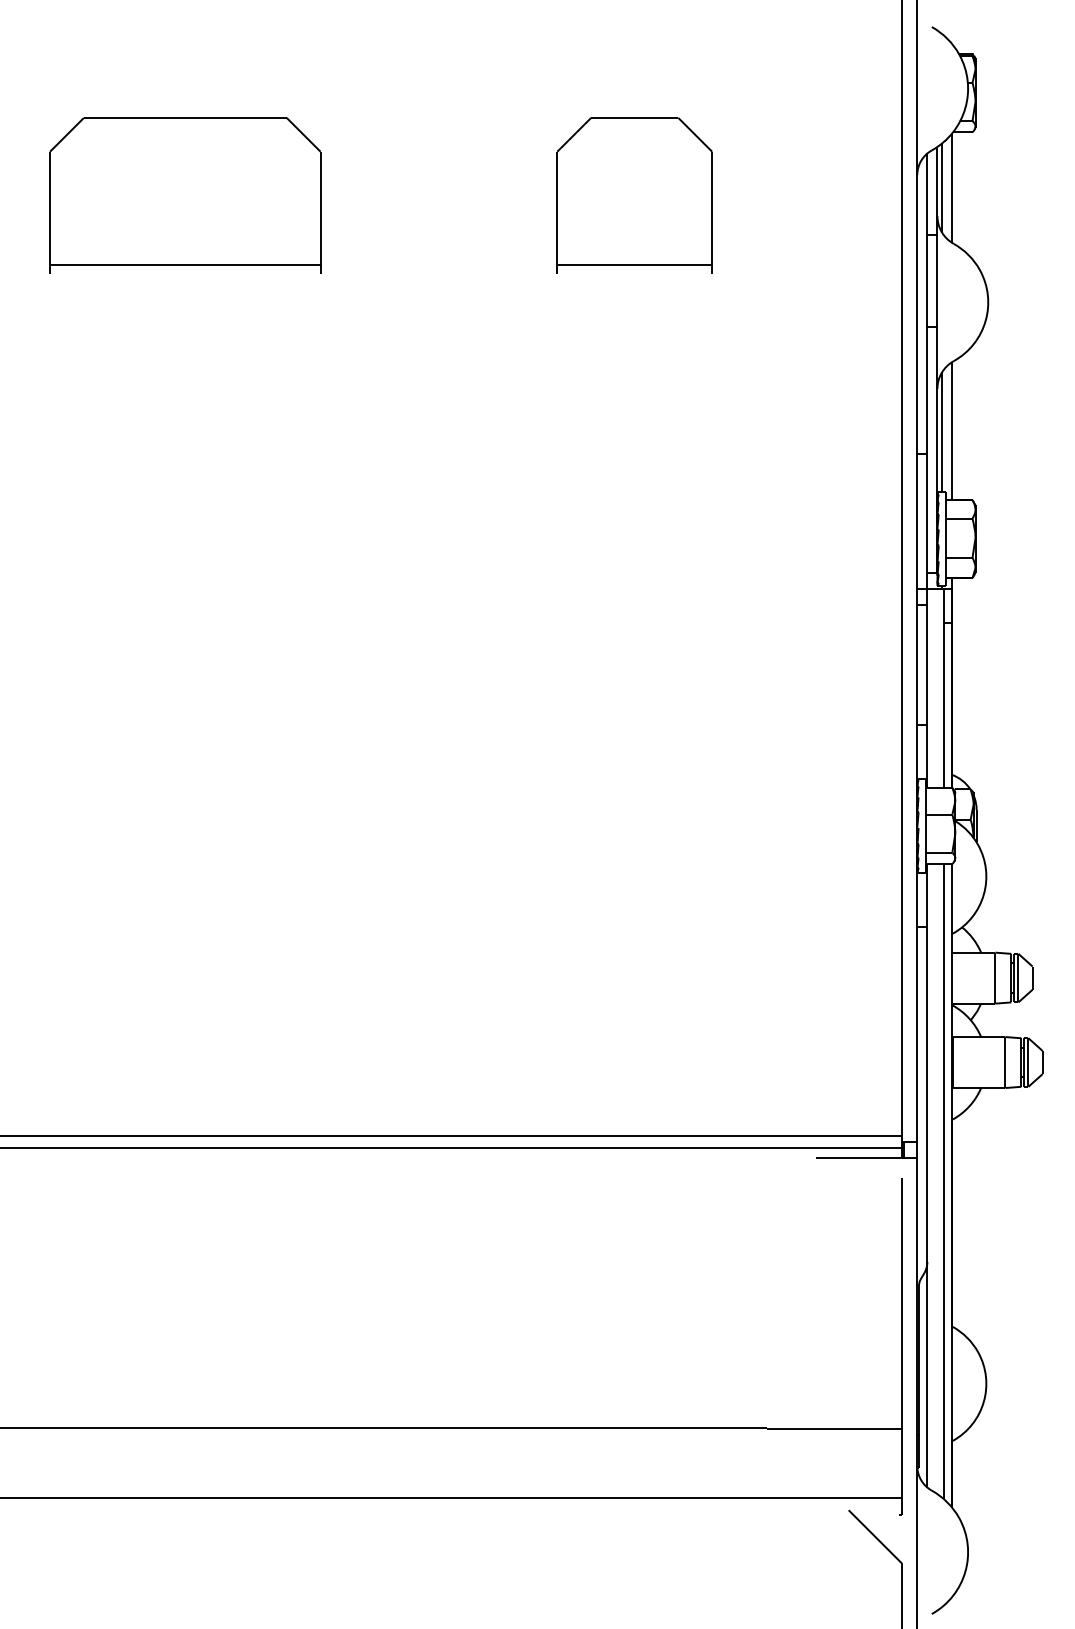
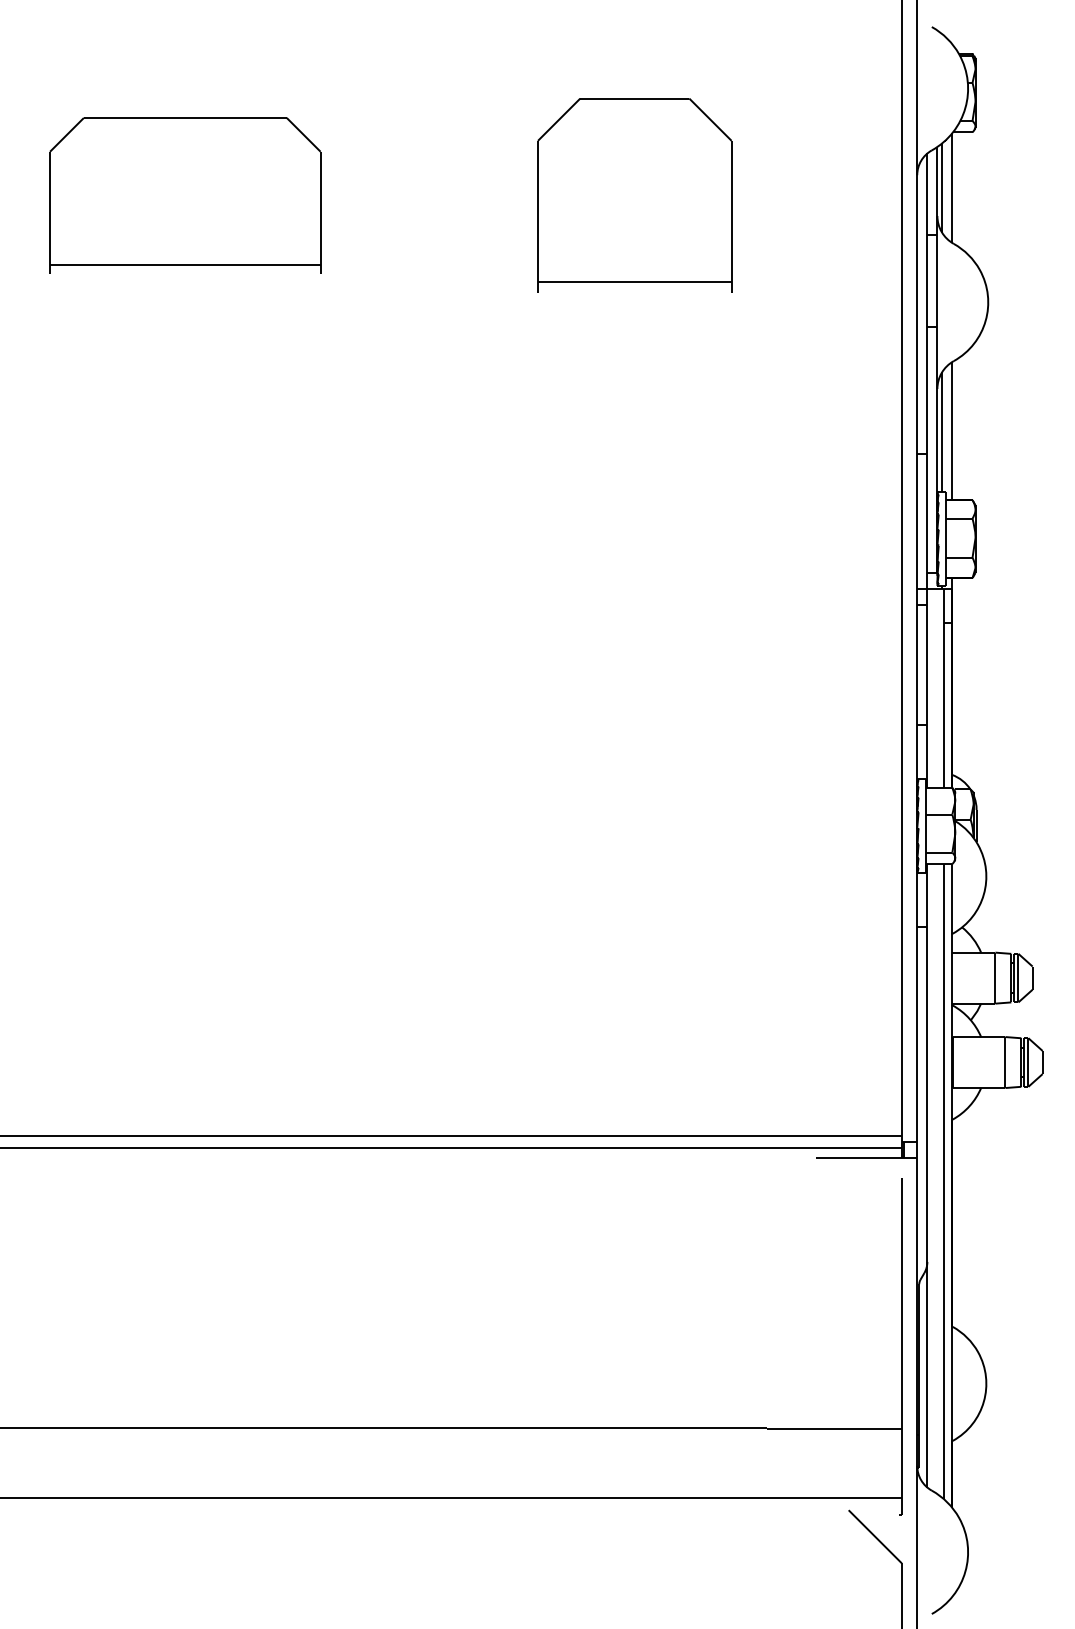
part at (634, 195) size: 157x157 px -> 196x195 px
